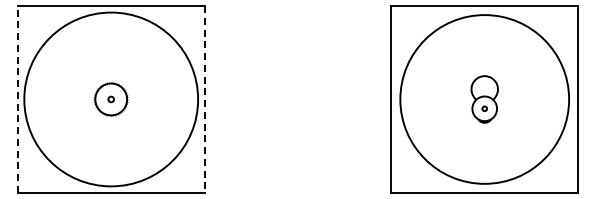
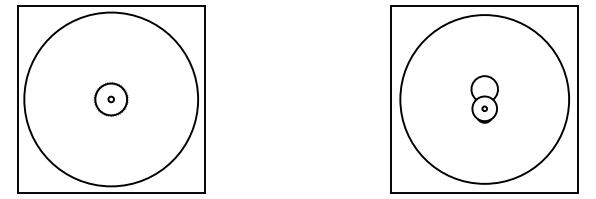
line at (17, 99): dashed -> solid
line at (204, 100): dashed -> solid
